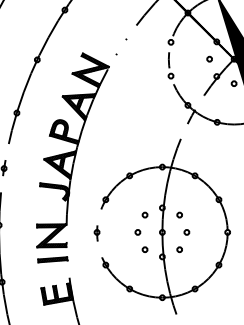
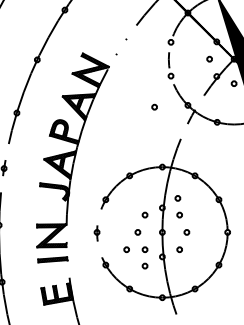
circle at (154, 106): none -> present
circle at (177, 198): none -> present
circle at (126, 249): none -> present
circle at (144, 265): none -> present
